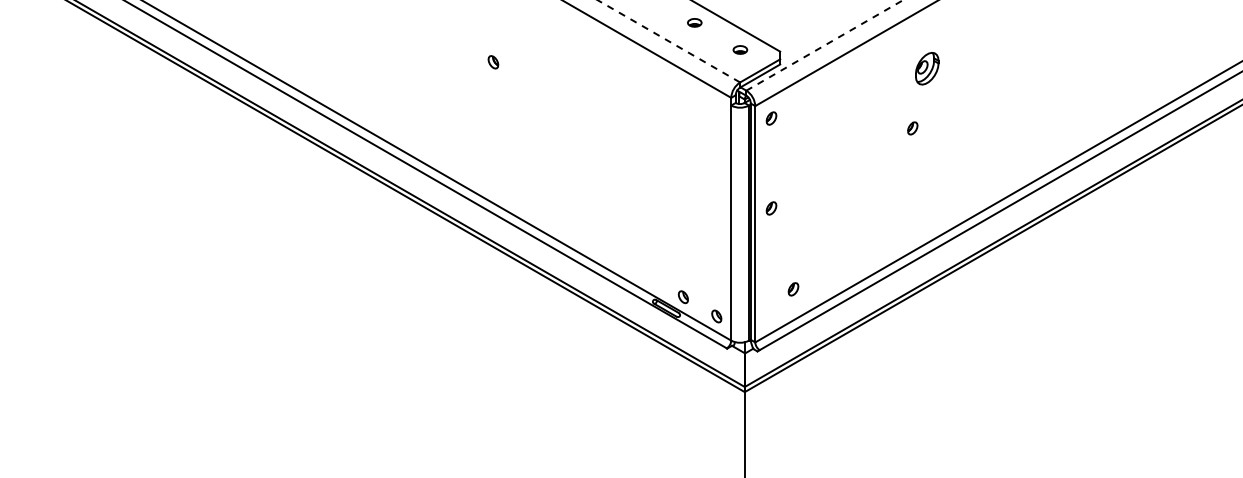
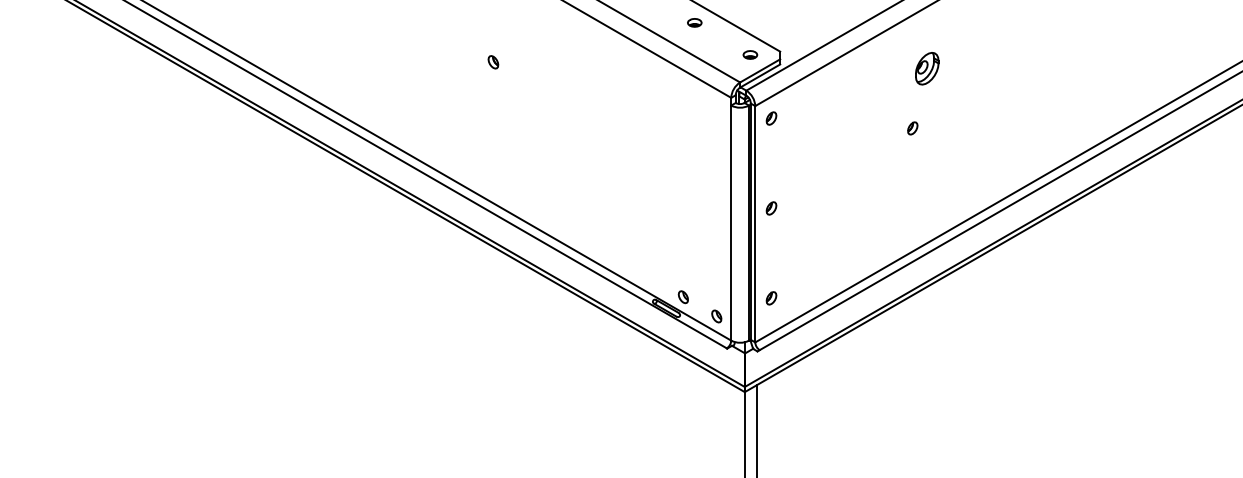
line at (669, 41): dashed -> solid
line at (824, 45): dashed -> solid
part at (740, 49) position: (740, 49) -> (750, 54)
part at (793, 289) position: (793, 289) -> (771, 298)
line at (756, 429): none -> present
